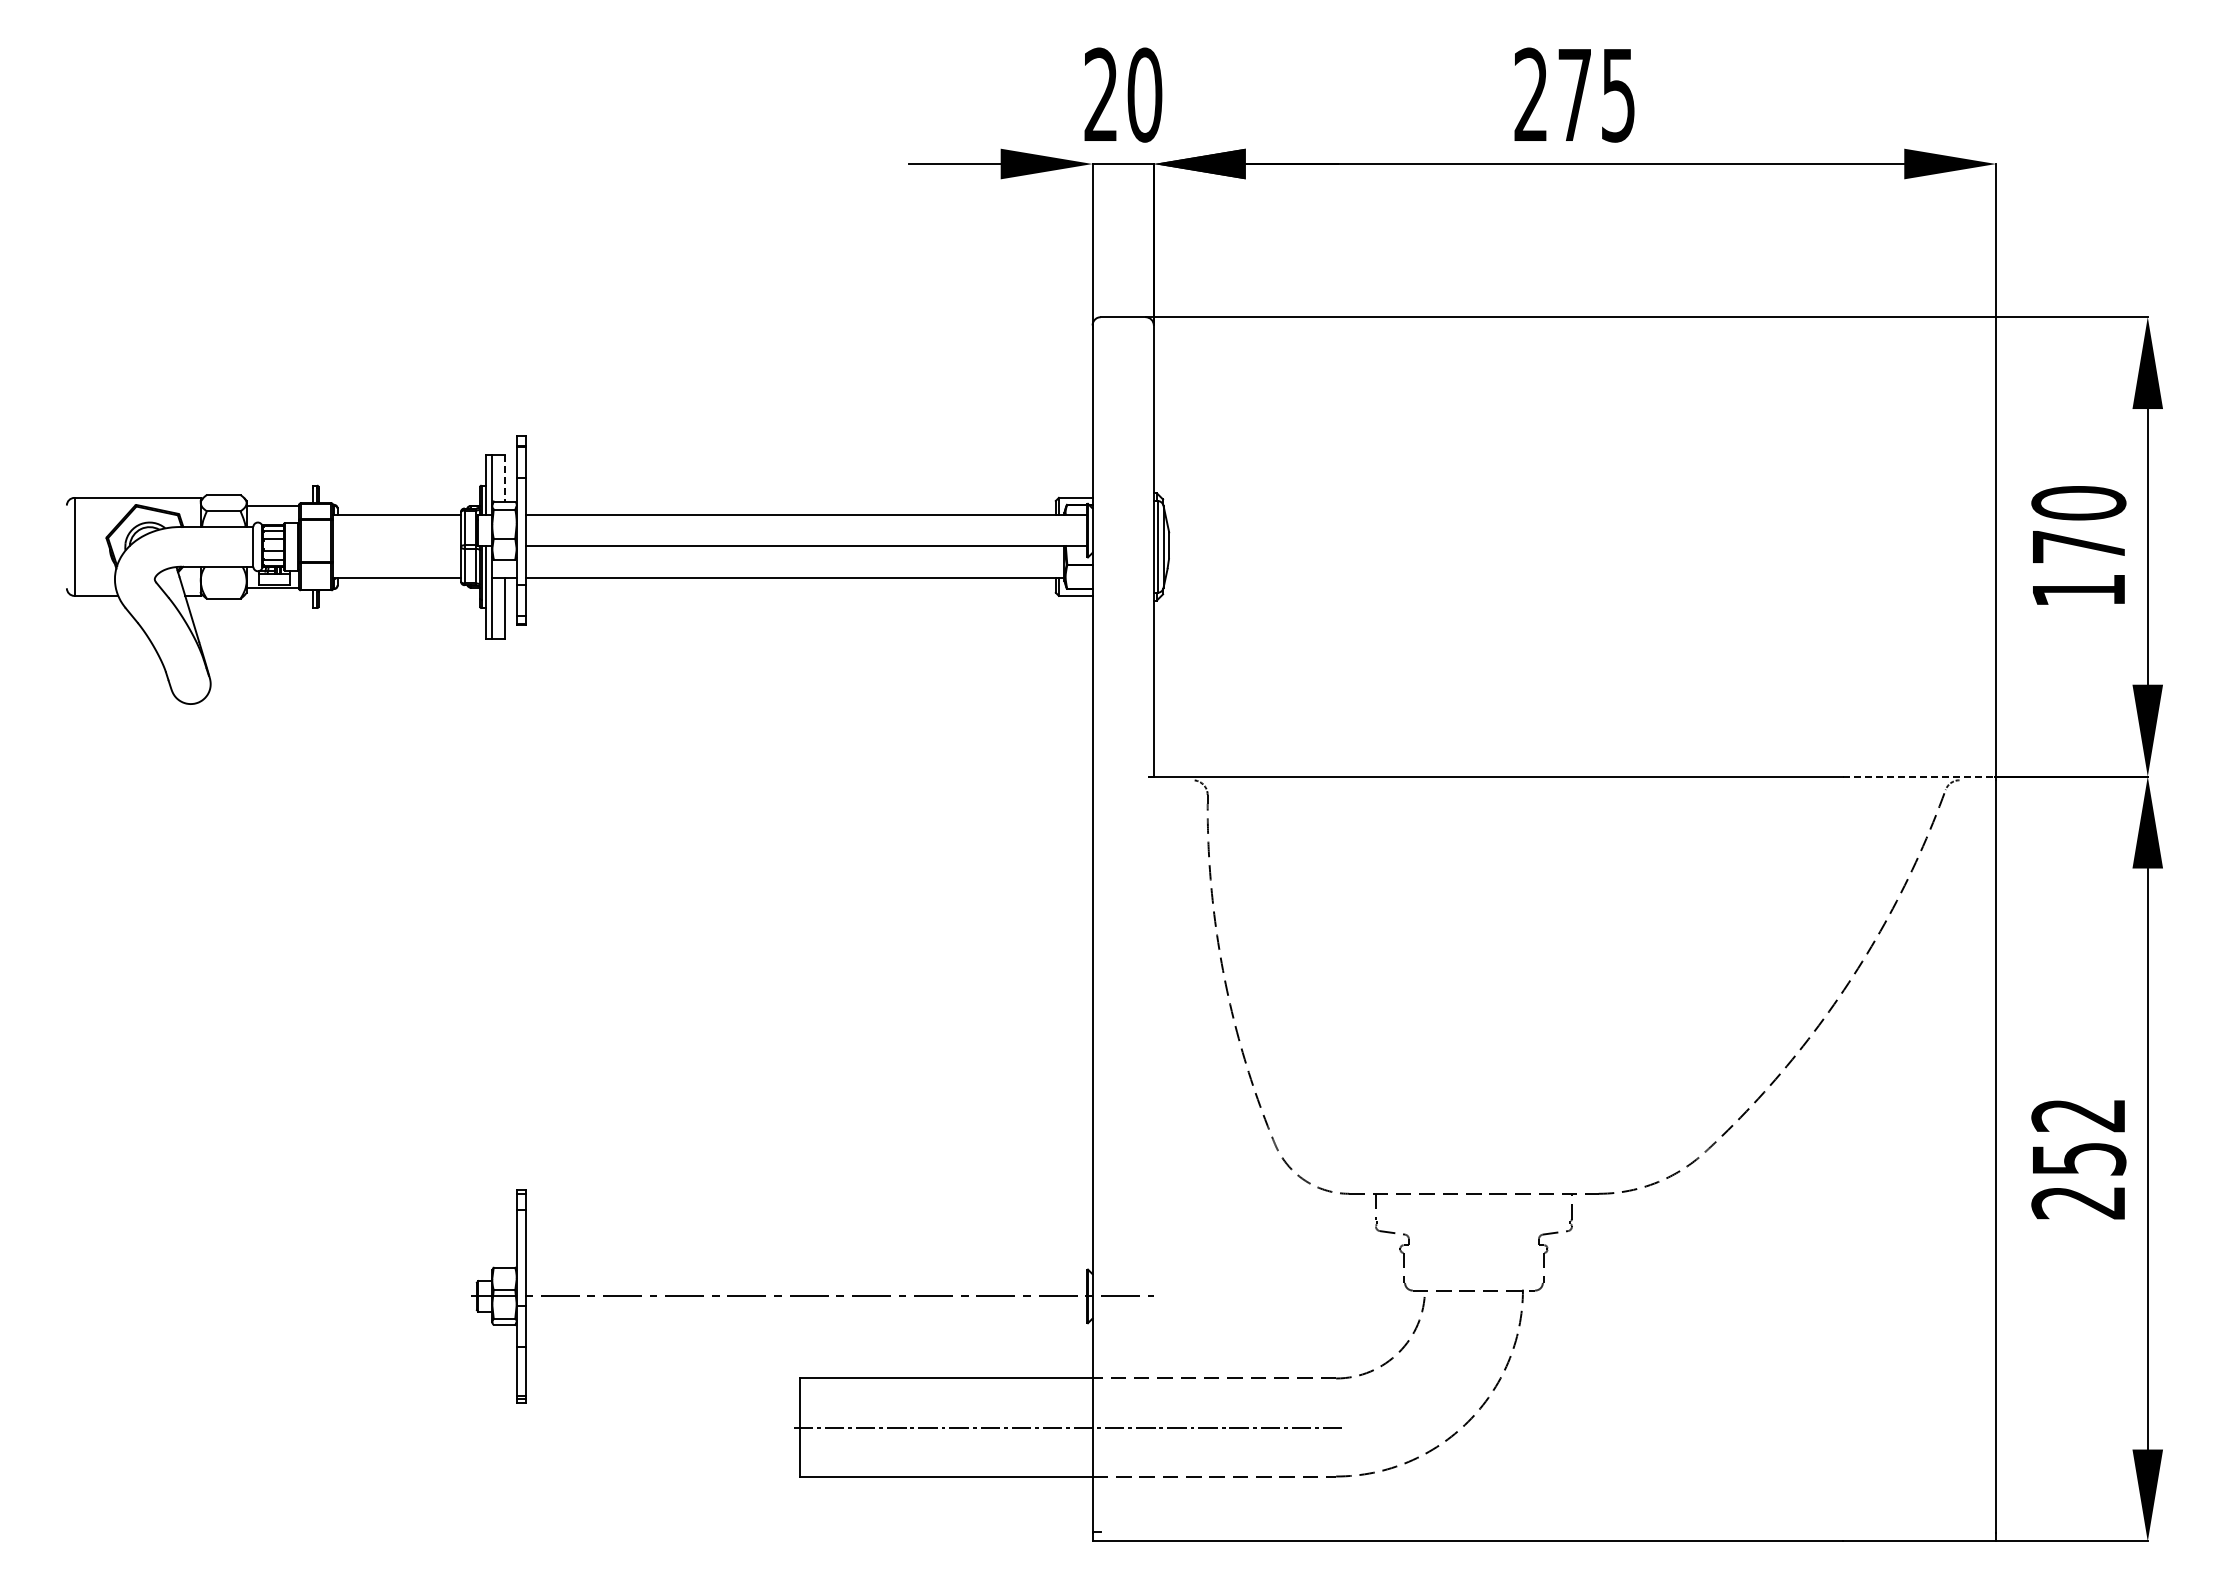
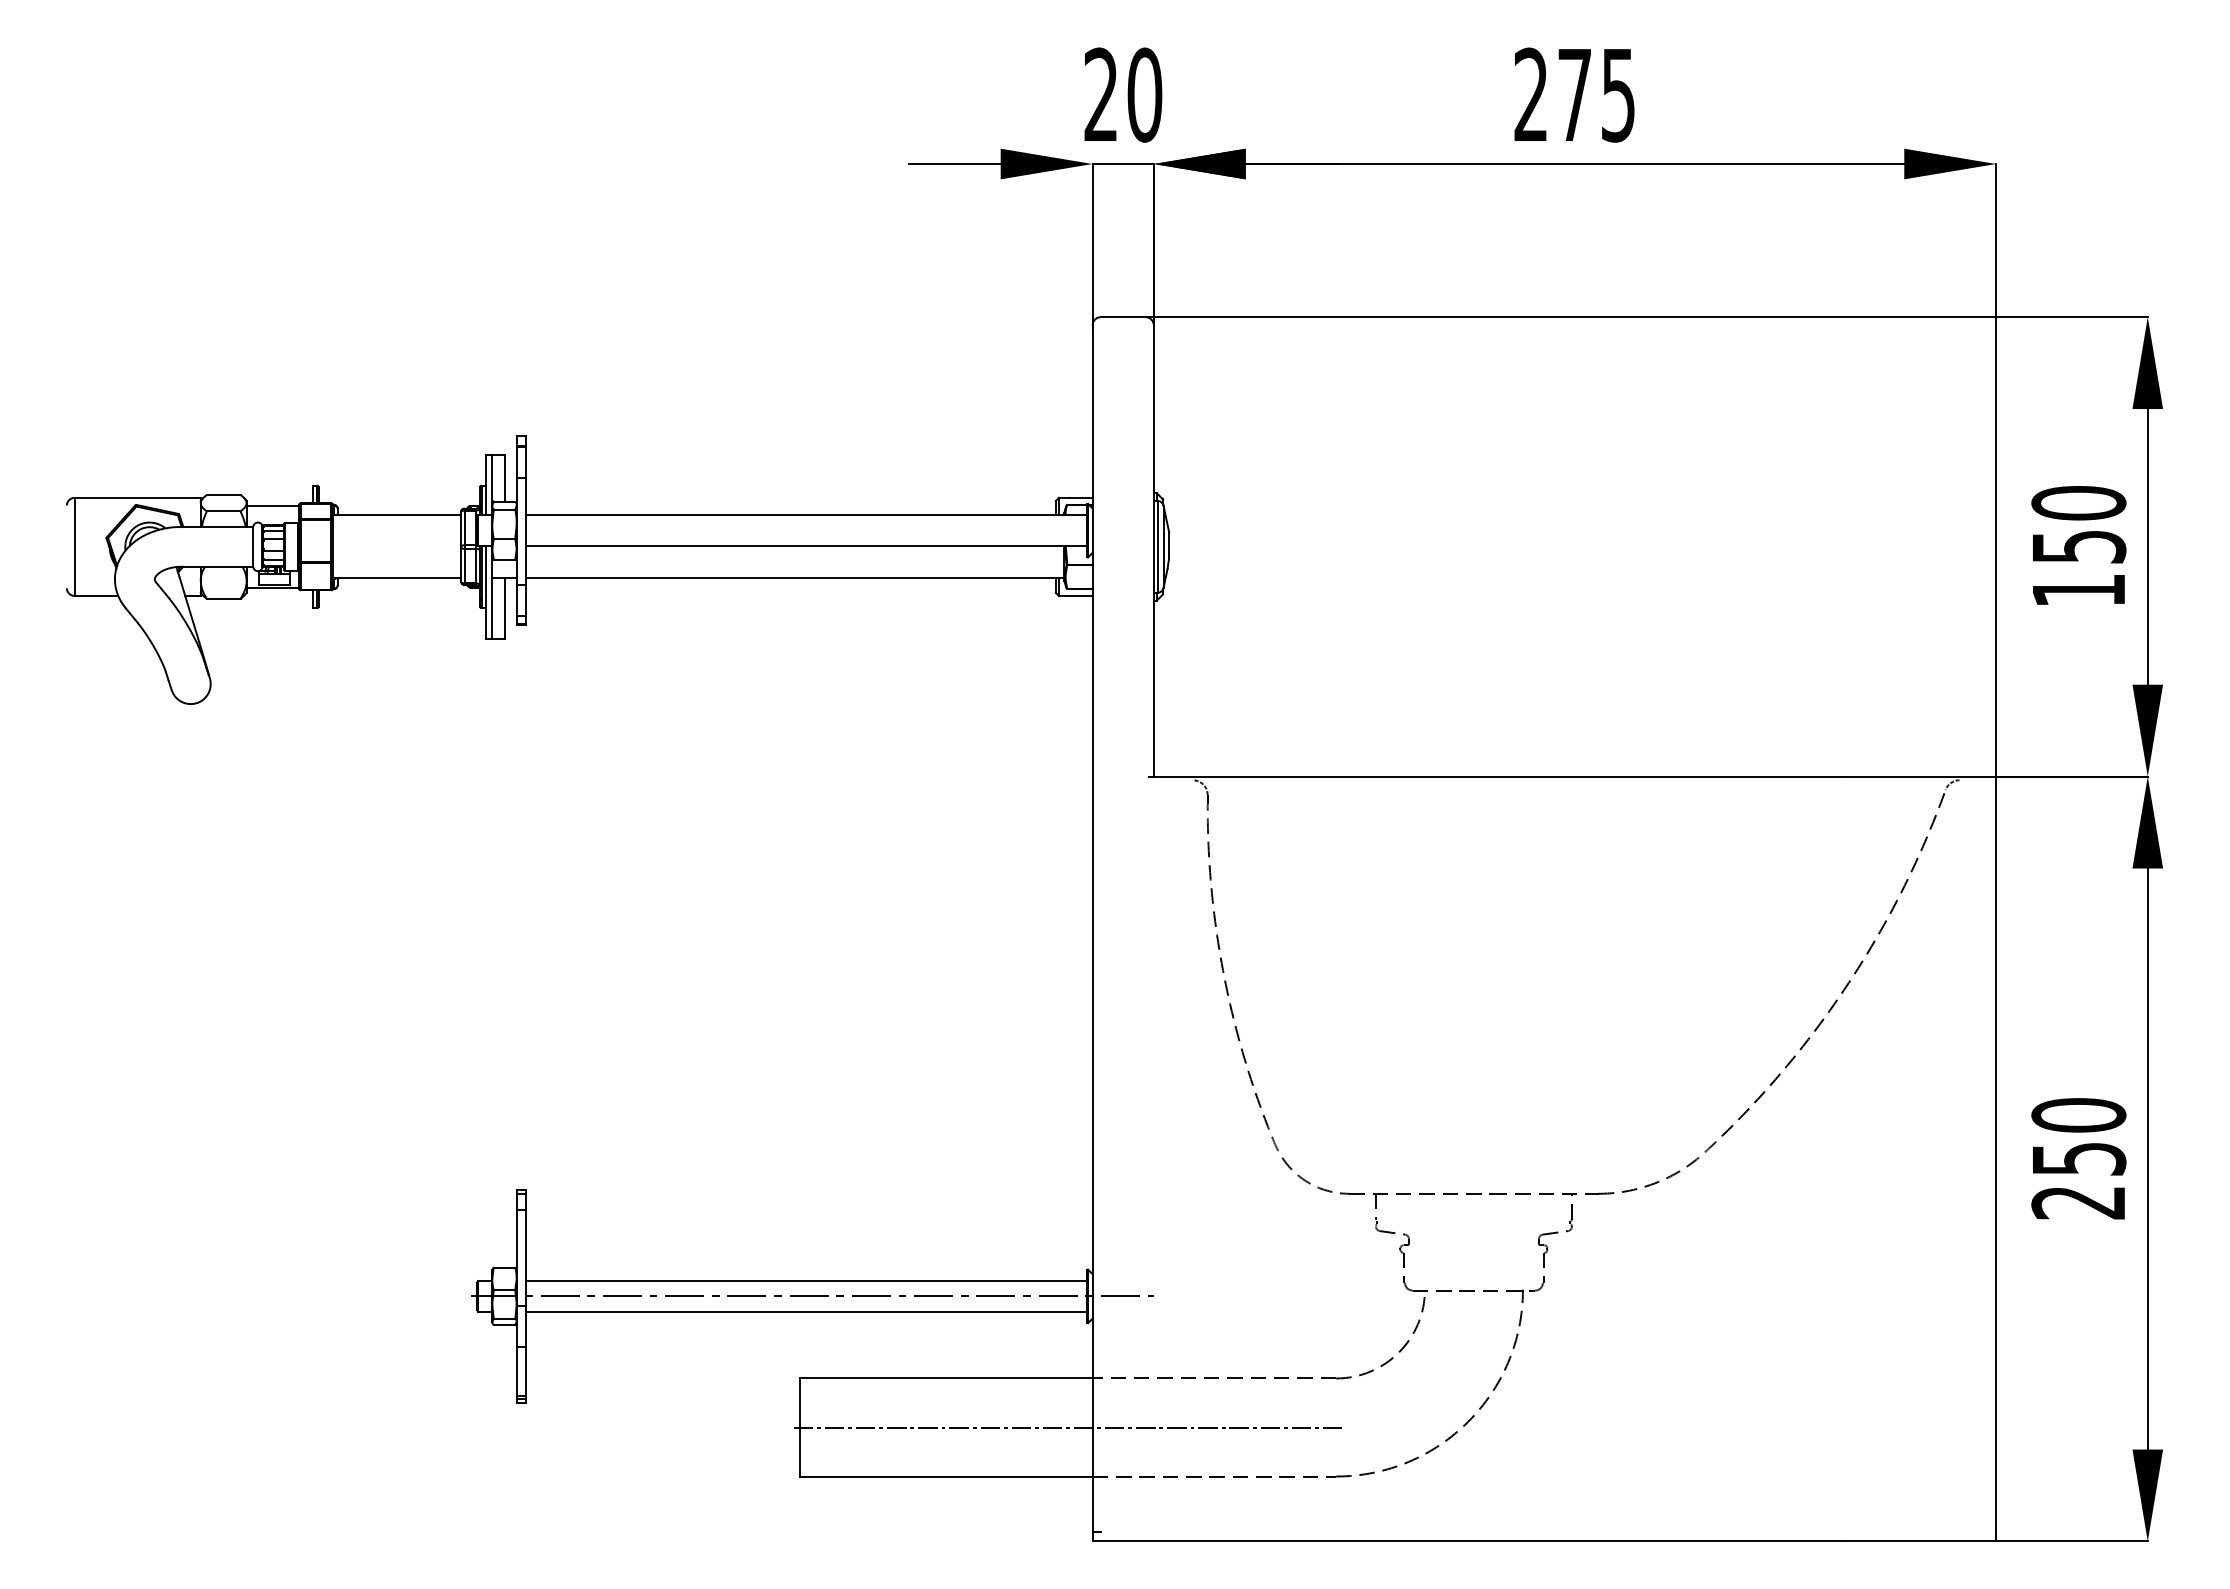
line at (504, 478): dashed -> solid
text at (2079, 547): 170 -> 150
line at (1918, 776): dashed -> solid
text at (2078, 1115): 252 -> 250
line at (806, 1281): none -> present
line at (806, 1311): none -> present
